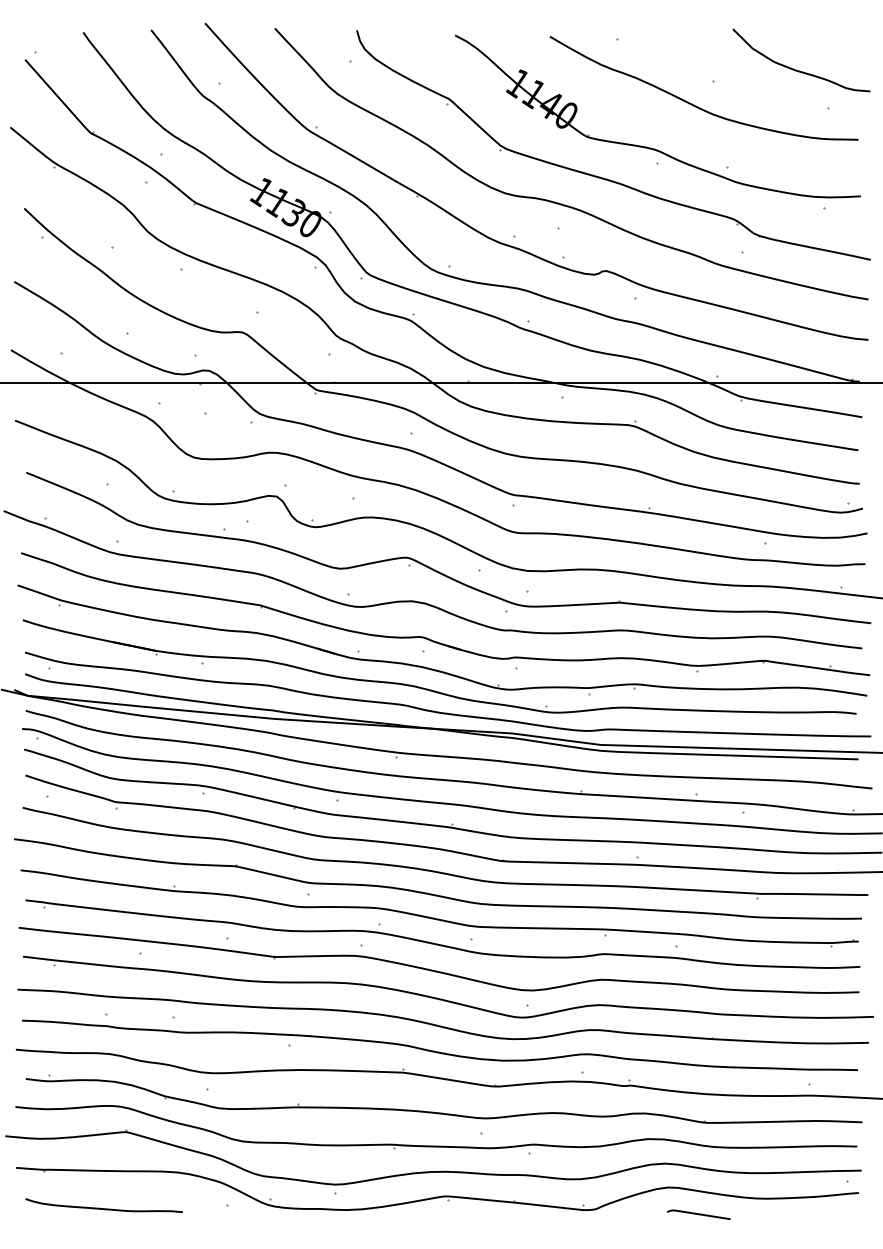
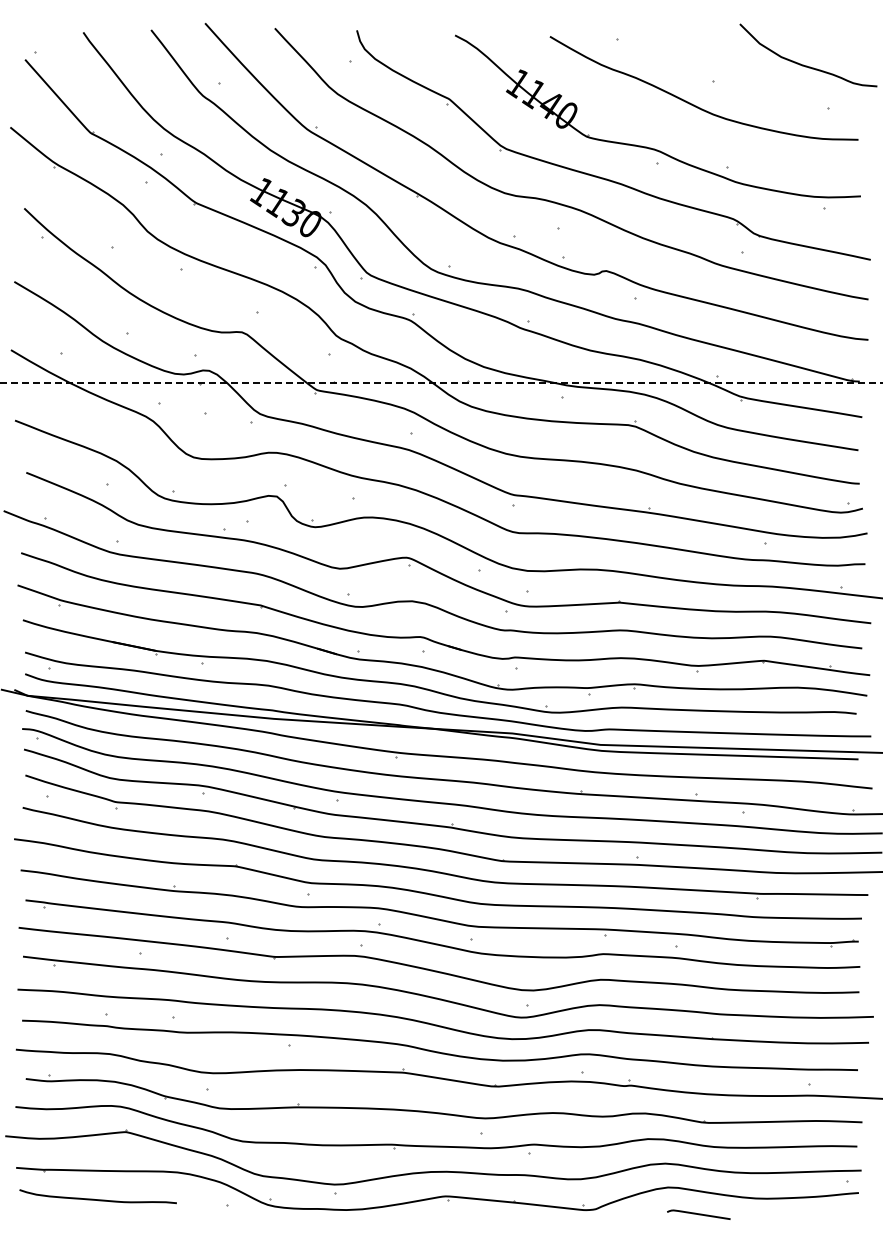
curve at (800, 70) position: (800, 70) -> (807, 65)
line at (441, 382): solid -> dashed
curve at (103, 1208) position: (103, 1208) -> (97, 1199)
